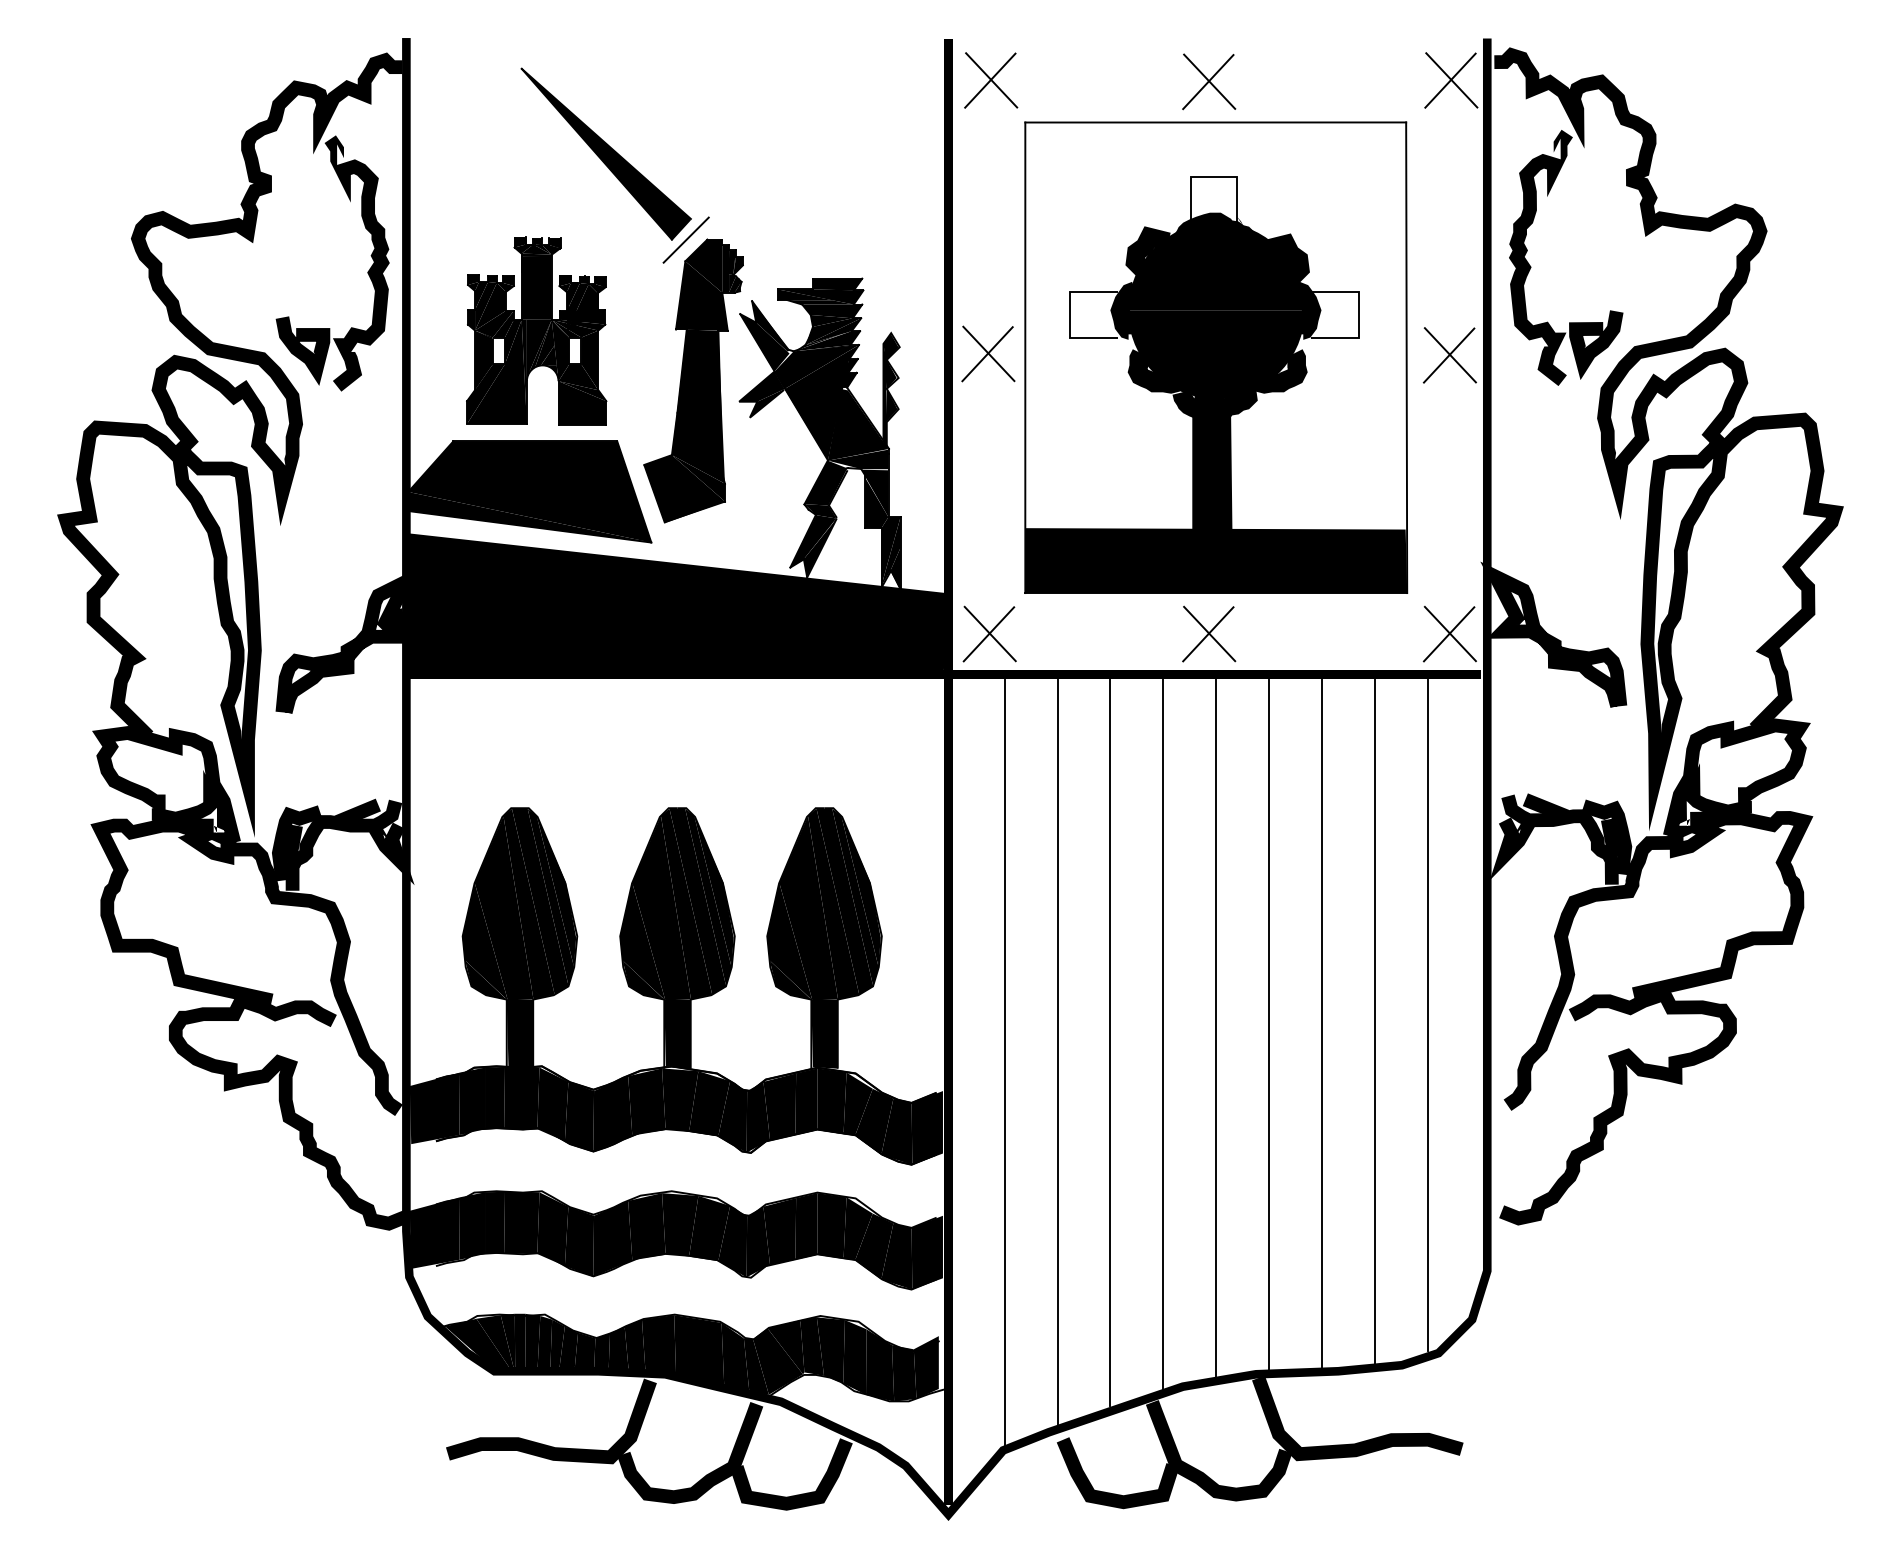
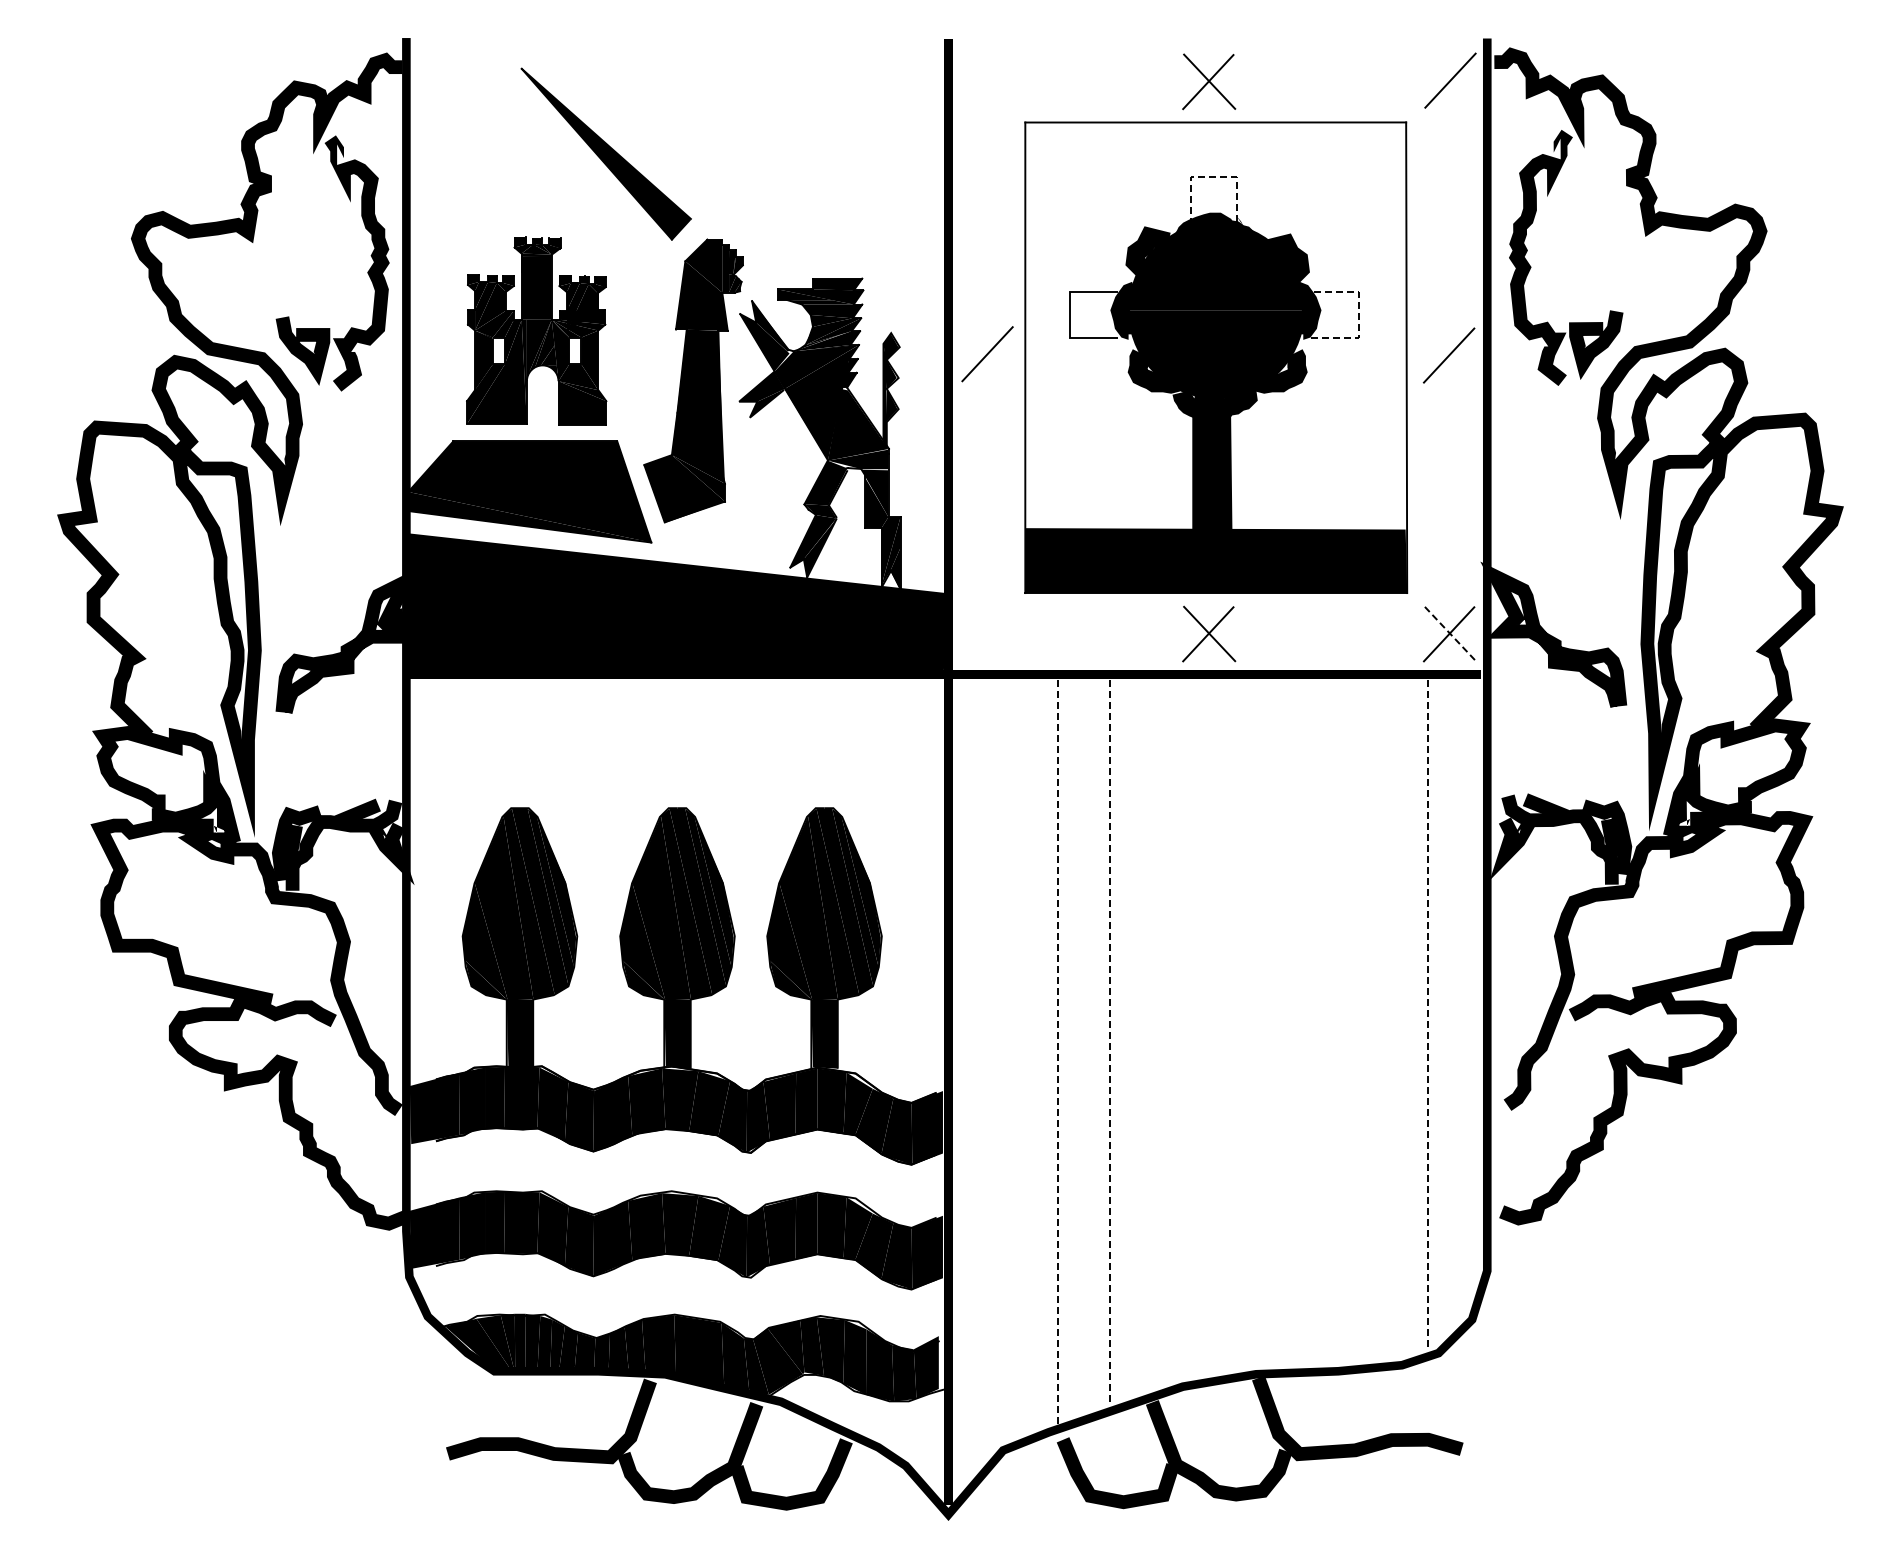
part at (991, 80): present -> none
line at (1451, 80): present -> none
line at (1213, 176): solid -> dashed
line at (685, 239): present -> none
line at (1358, 315): solid -> dashed
line at (988, 353): present -> none
line at (1449, 355): present -> none
part at (989, 633): present -> none
line at (1450, 634): solid -> dashed
line at (1428, 1015): solid -> dashed
line at (1375, 1022): present -> none
line at (1322, 1023): present -> none
line at (1269, 1024): present -> none
line at (1216, 1028): present -> none
line at (1163, 1033): present -> none
line at (1110, 1042): solid -> dashed
line at (1057, 1056): solid -> dashed
line at (1004, 1063): present -> none
